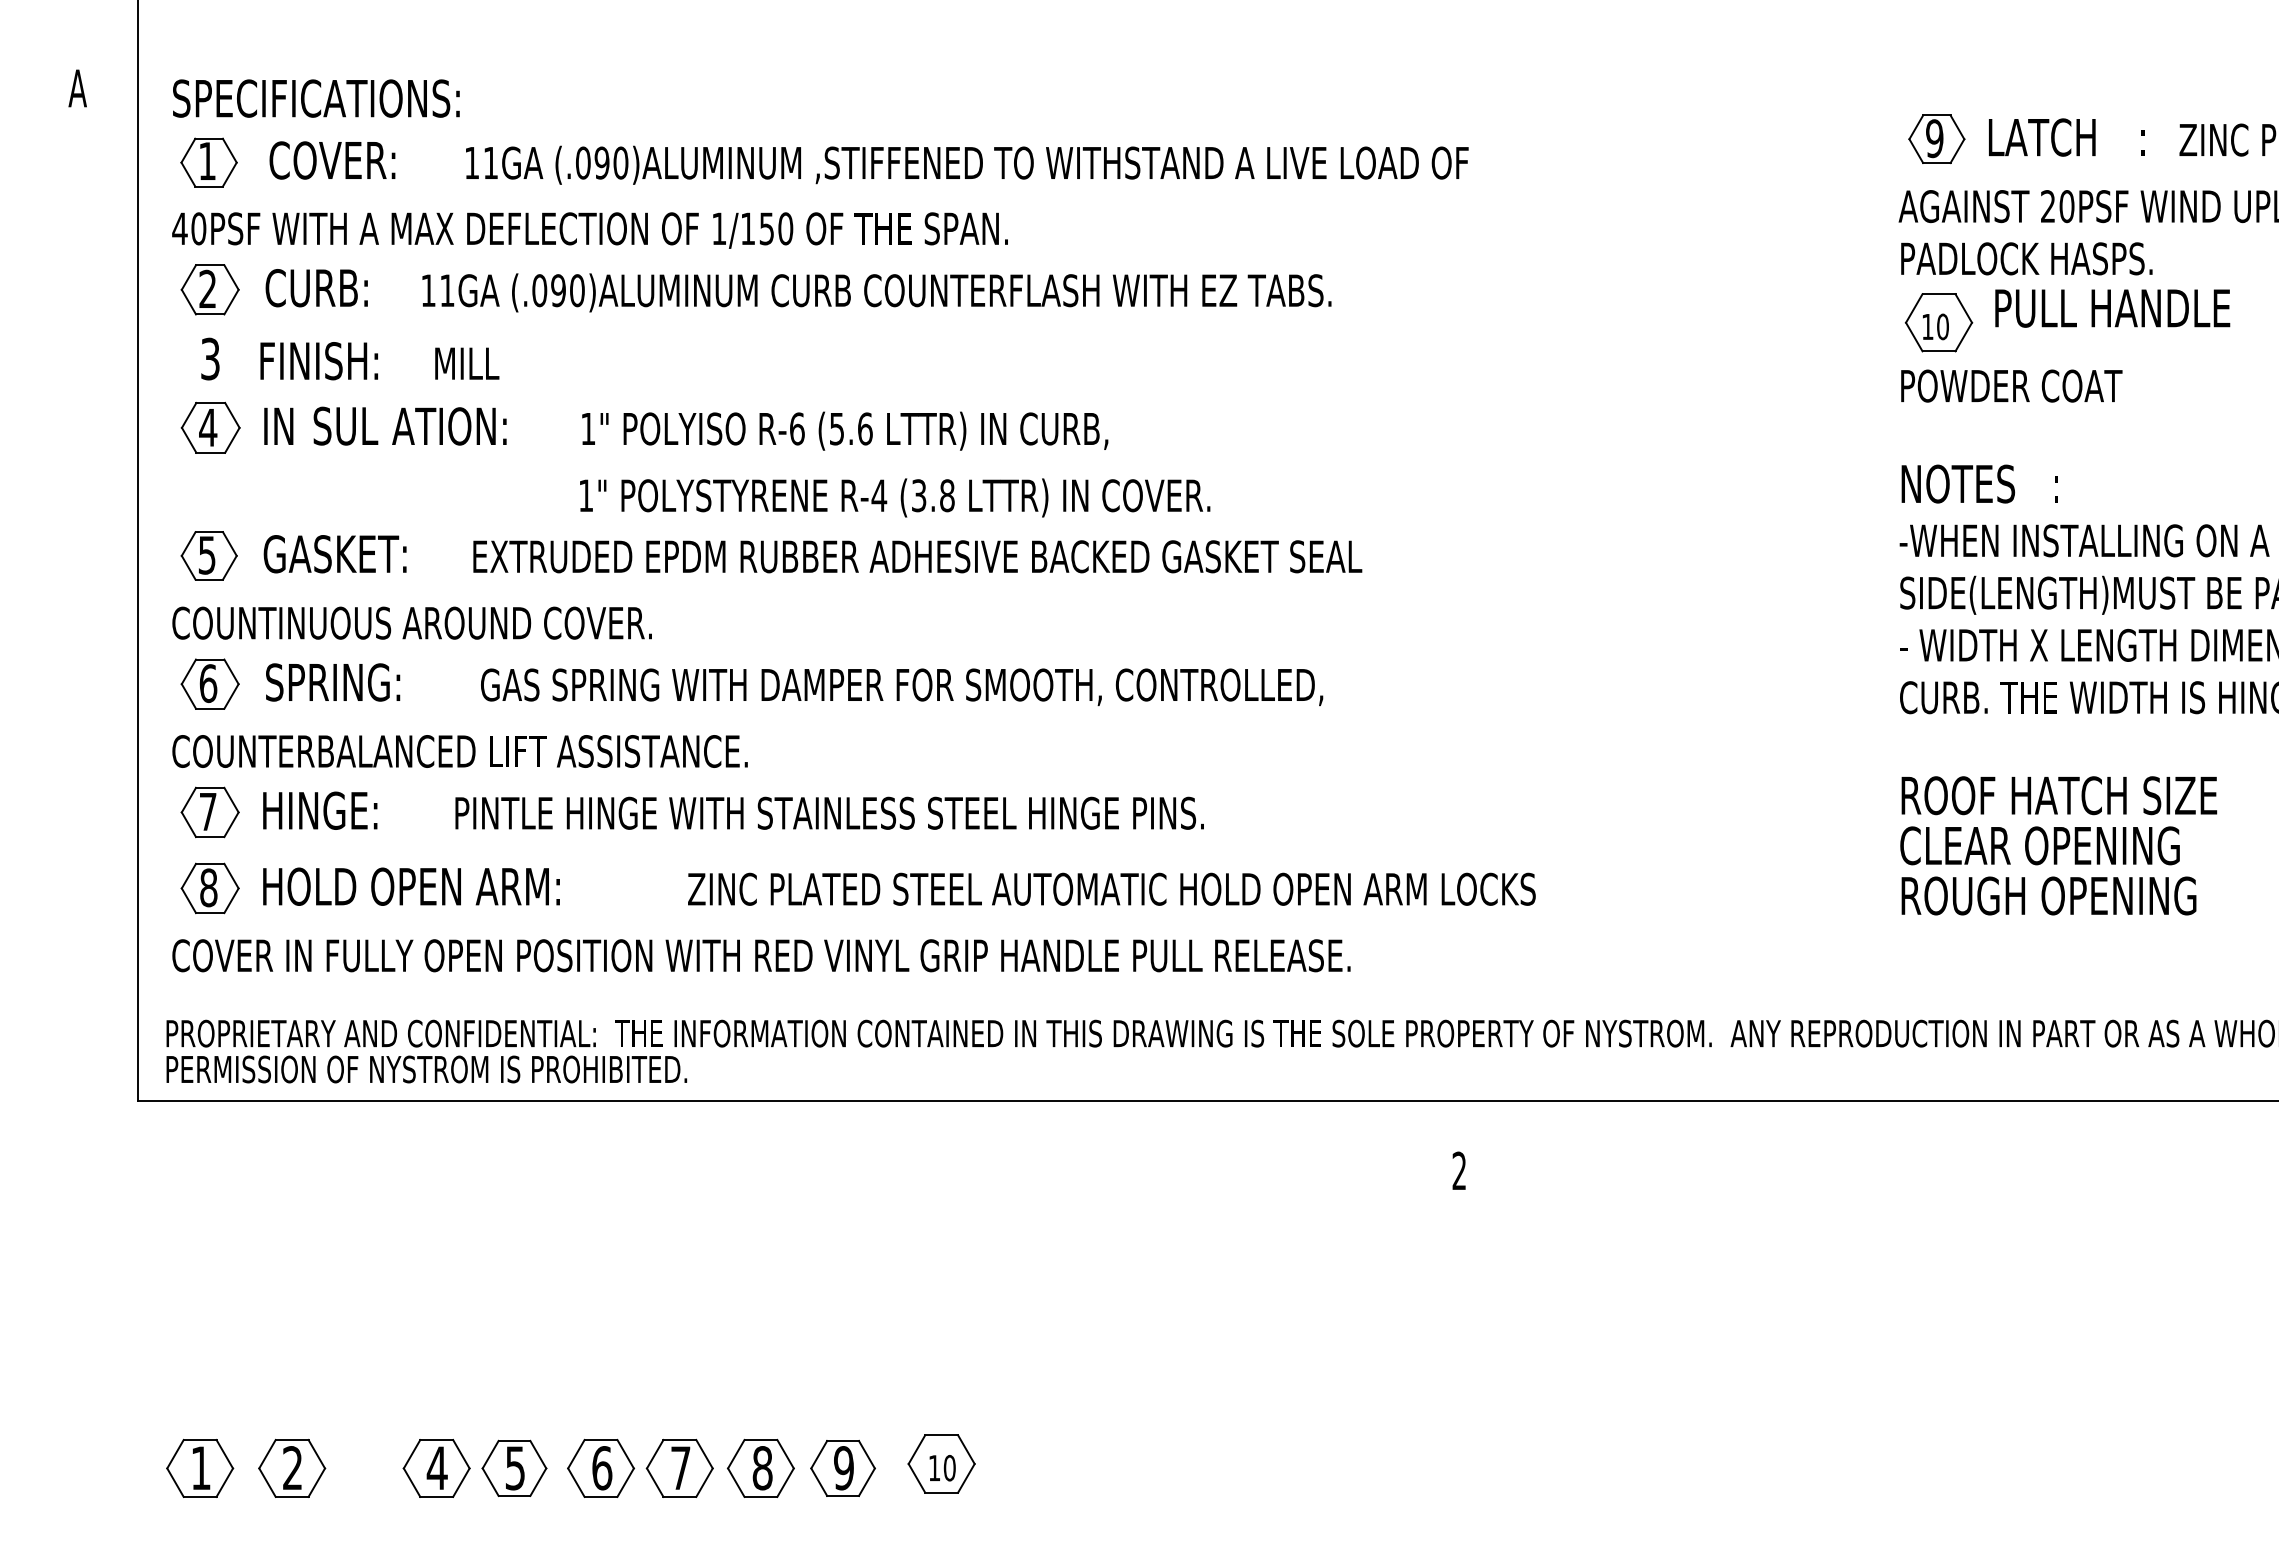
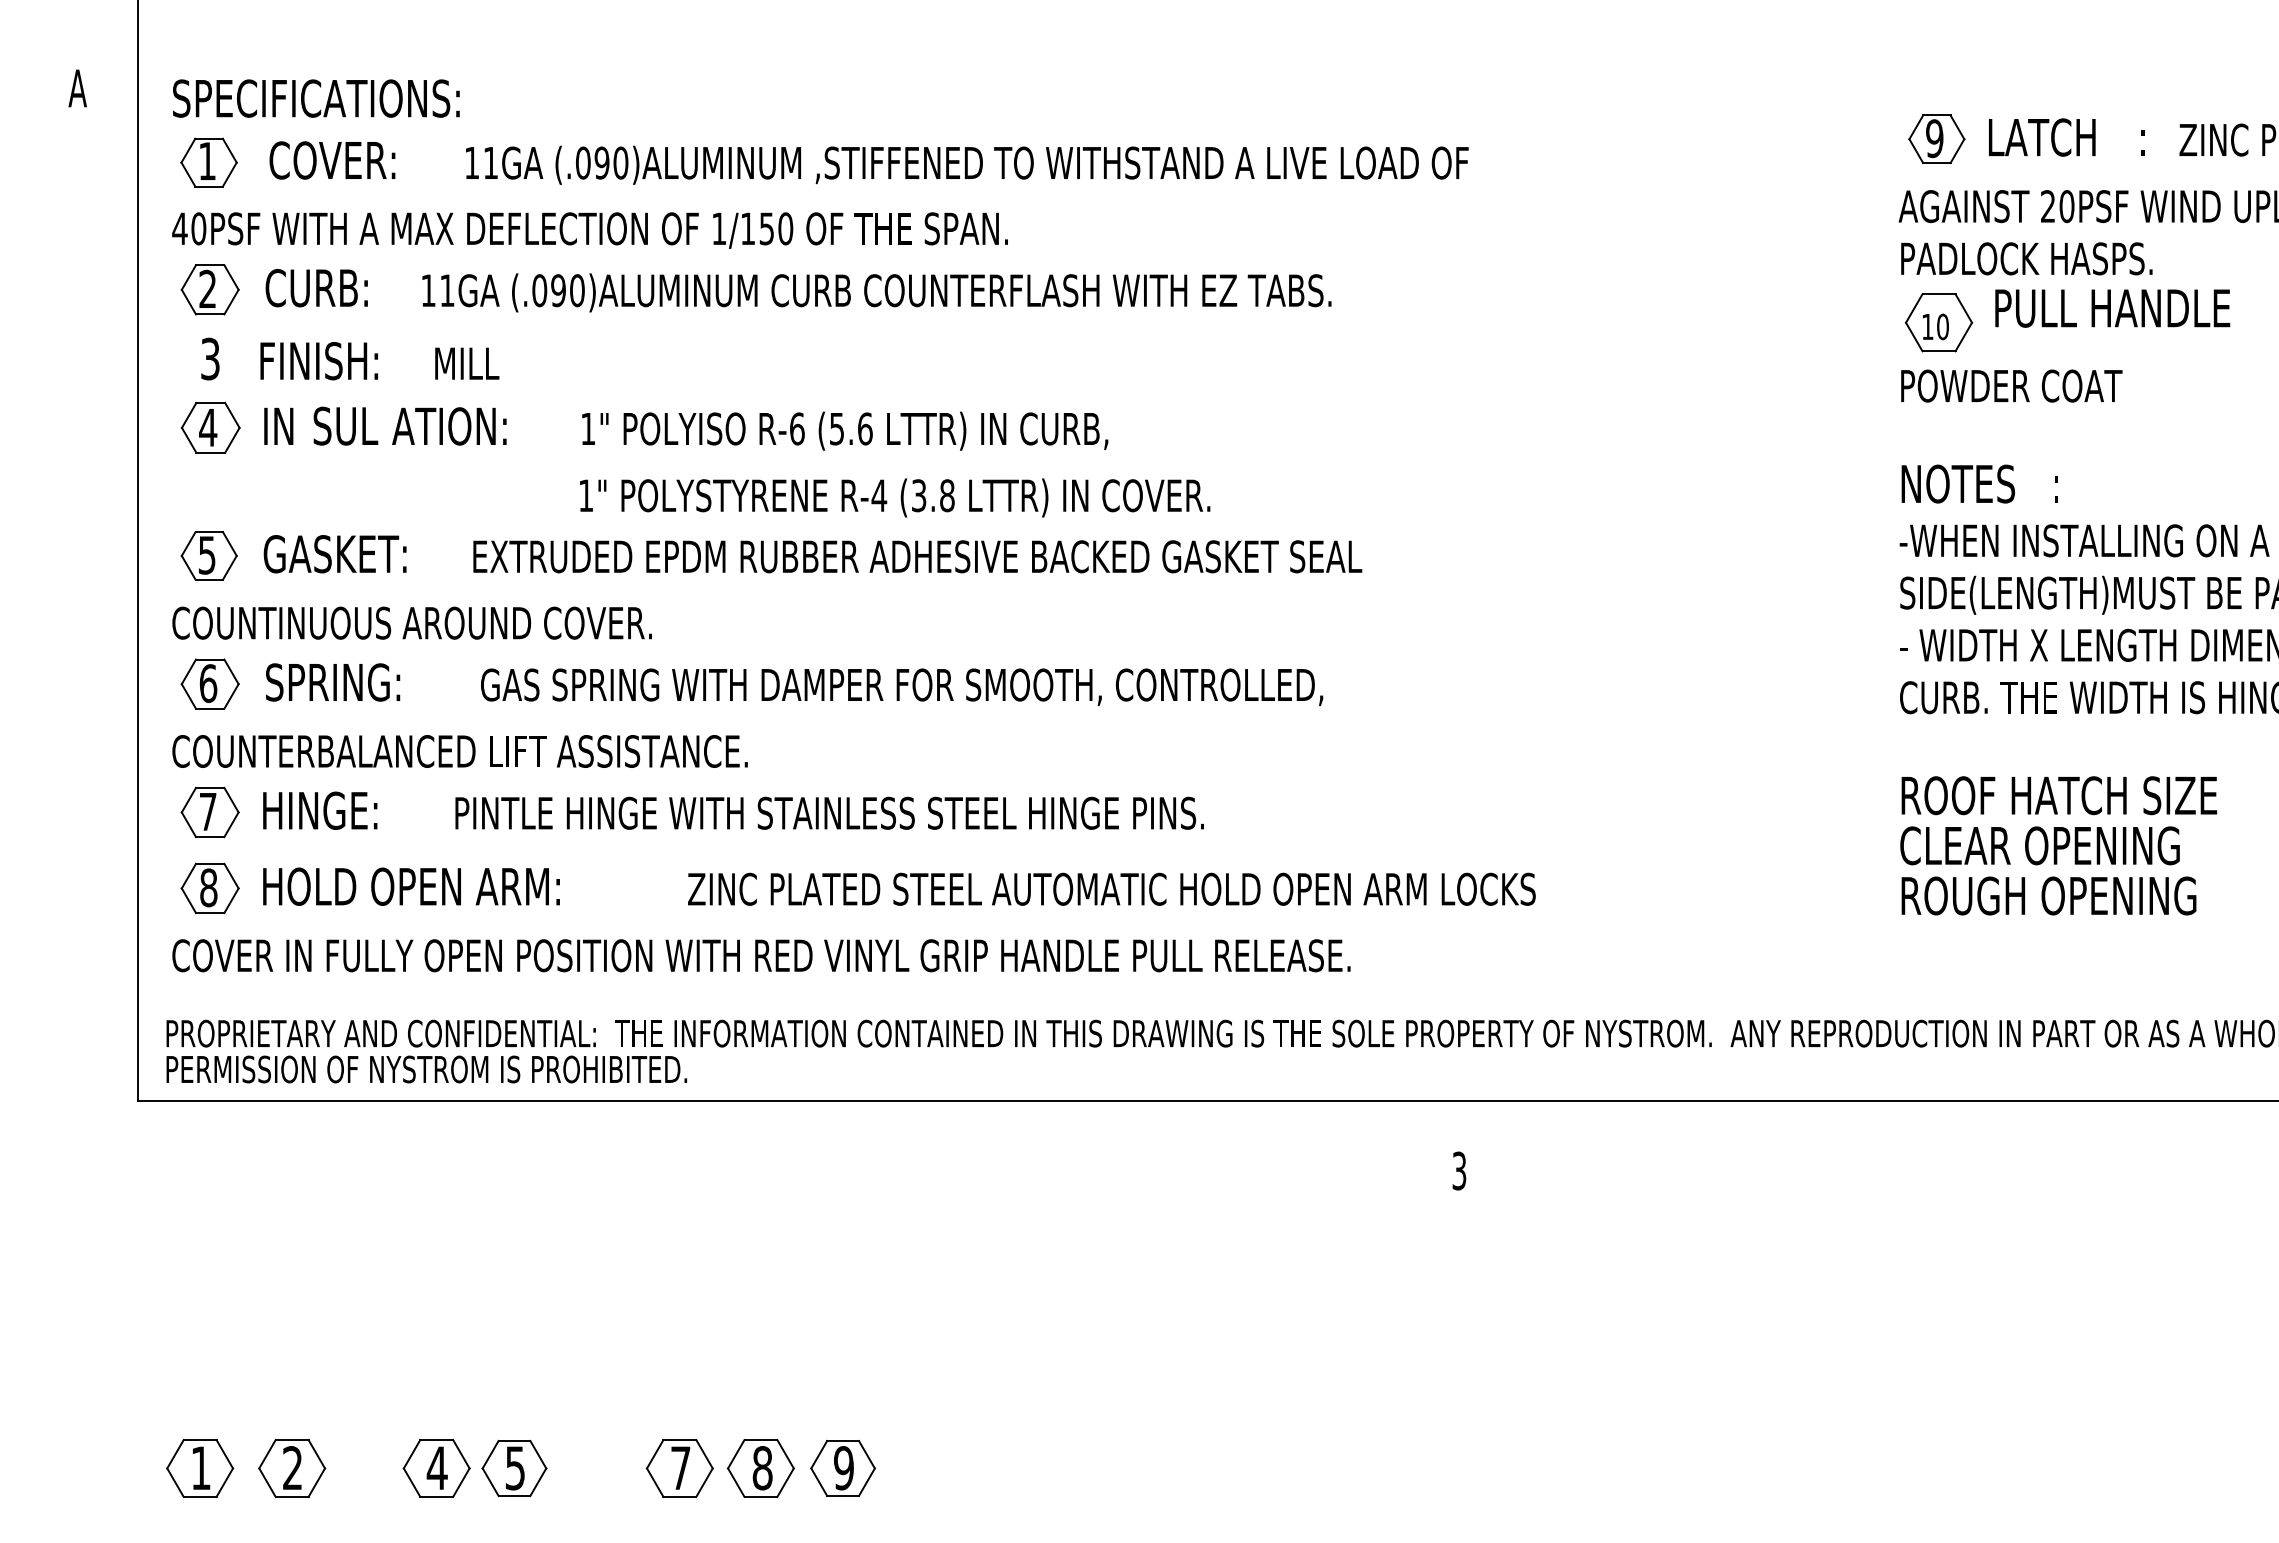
text at (1459, 1170): 2 -> 3
part at (941, 1463): present -> none
part at (600, 1468): present -> none
